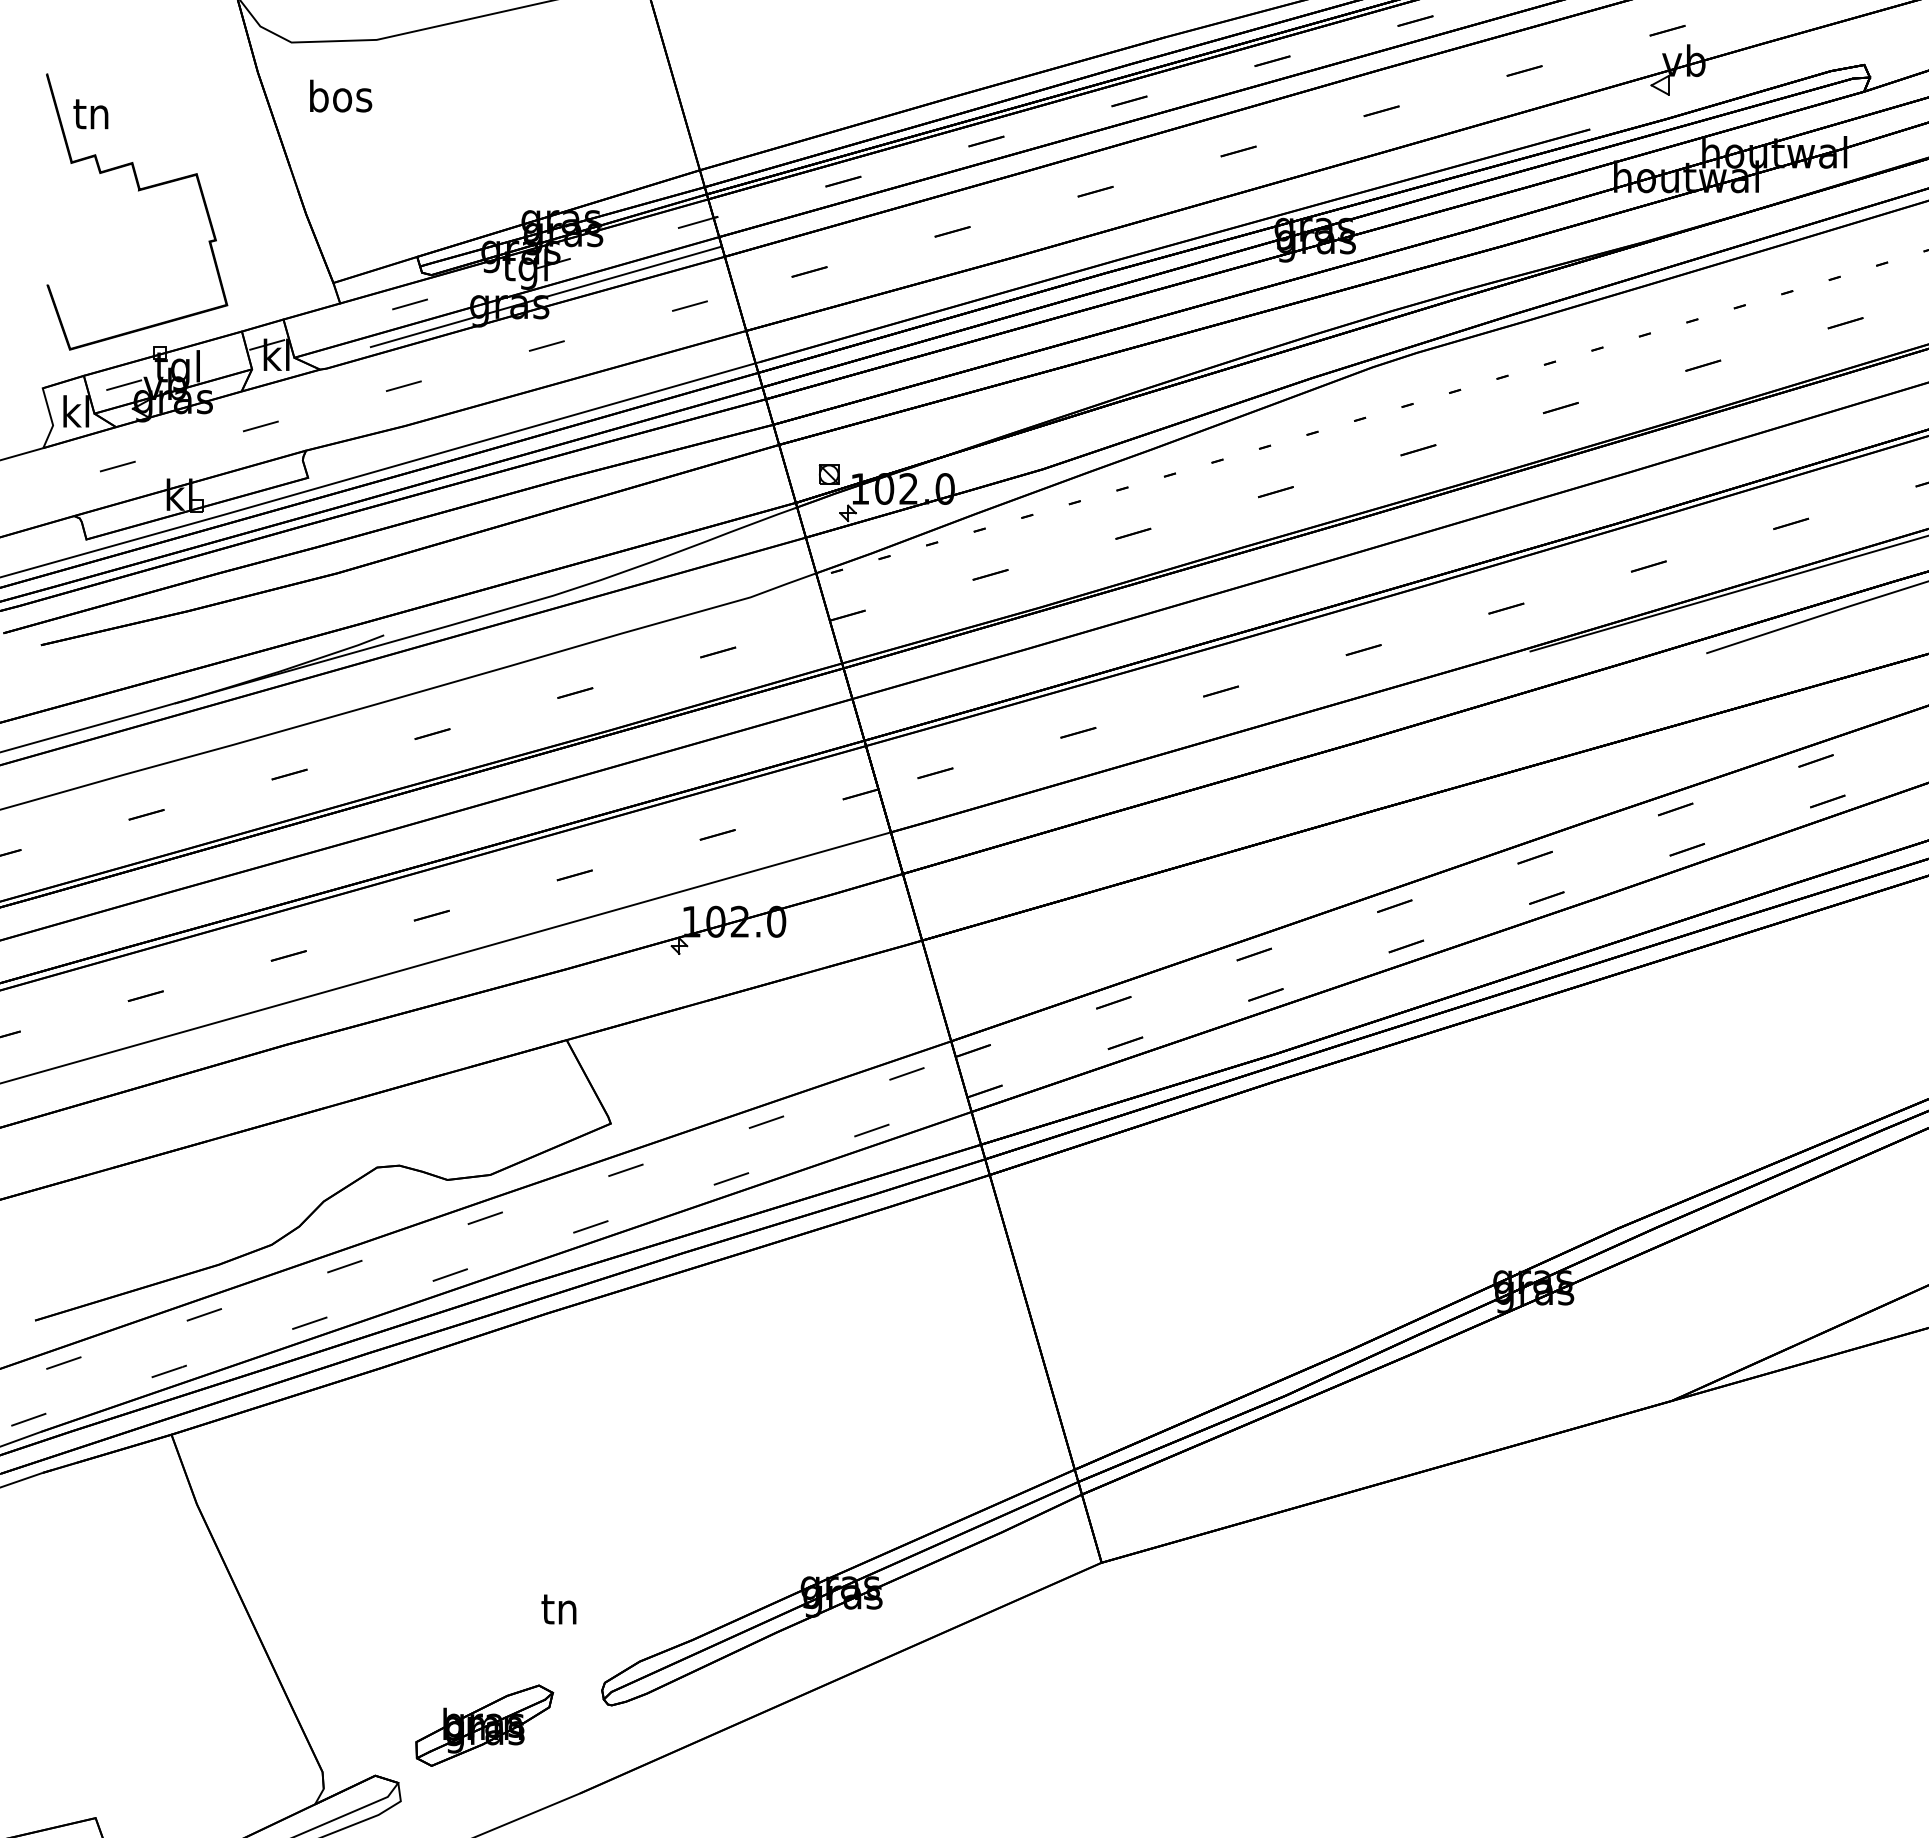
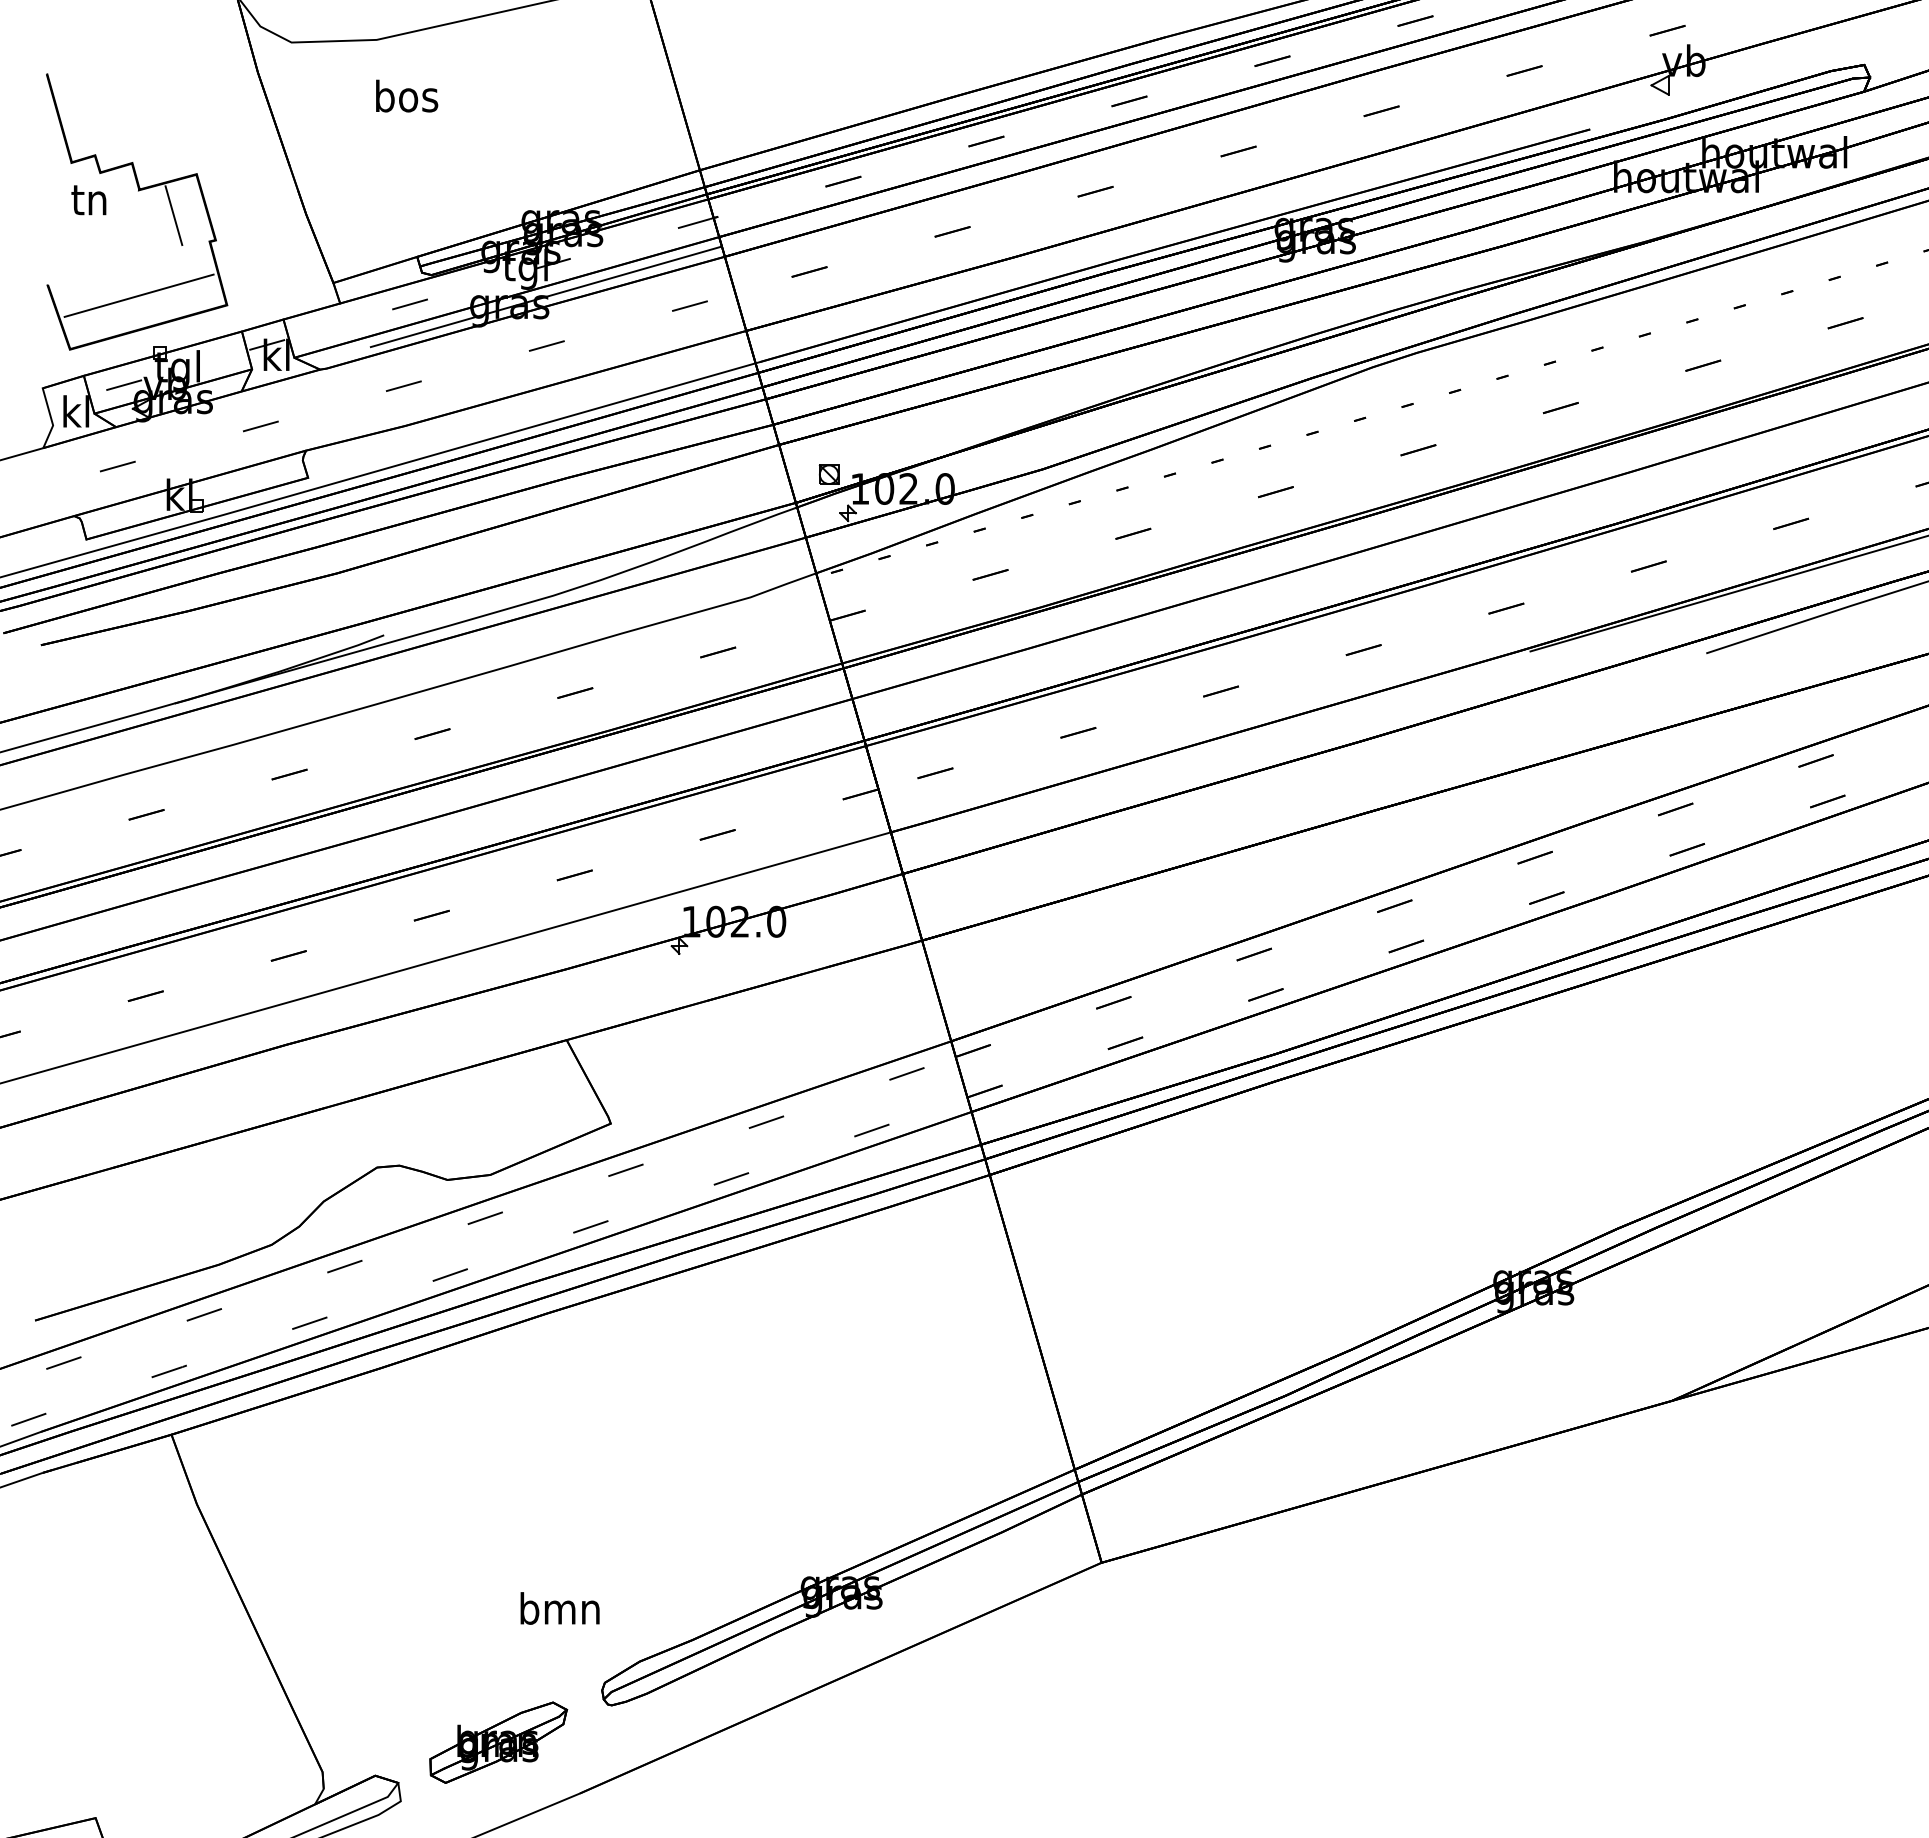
text at (341, 95) position: (341, 95) -> (407, 95)
text at (90, 114) position: (90, 114) -> (88, 200)
line at (173, 215): none -> present
line at (138, 295): none -> present
text at (559, 1608): tn -> bmn
part at (484, 1725) position: (484, 1725) -> (498, 1742)
